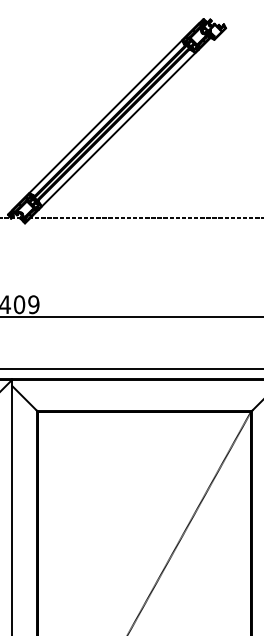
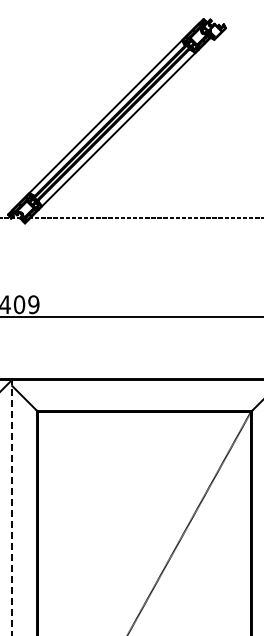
line at (131, 368): present -> none
line at (12, 507): solid -> dashed
